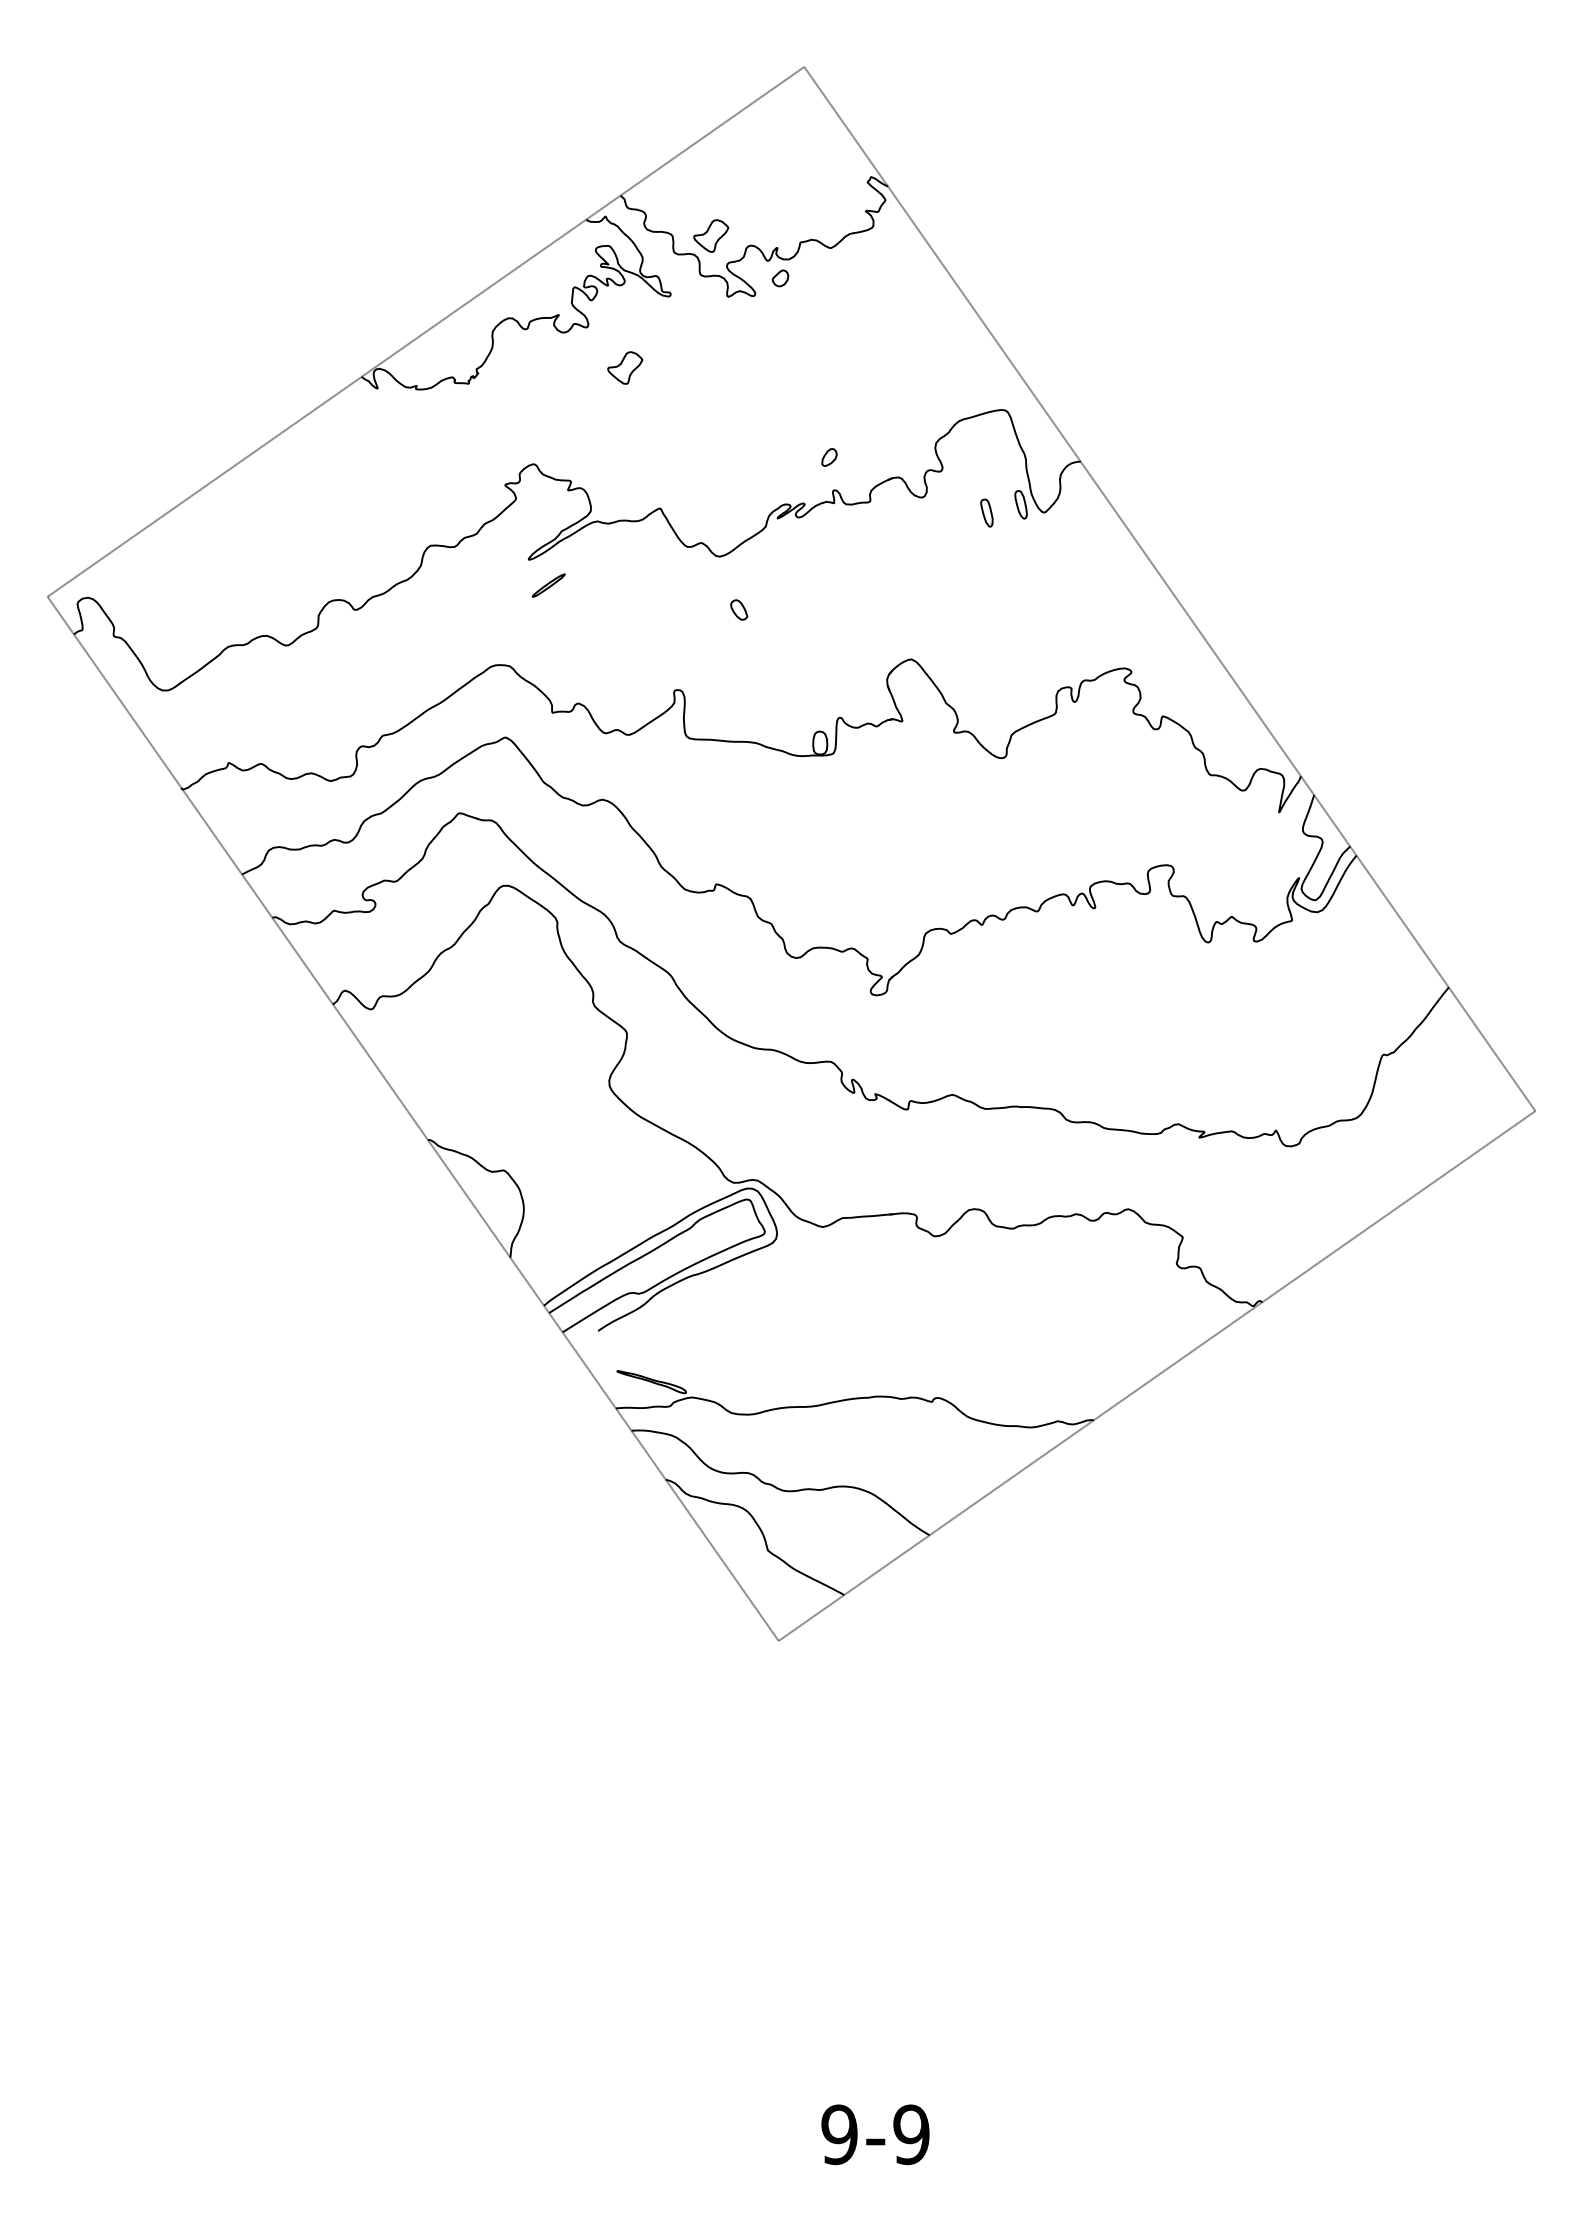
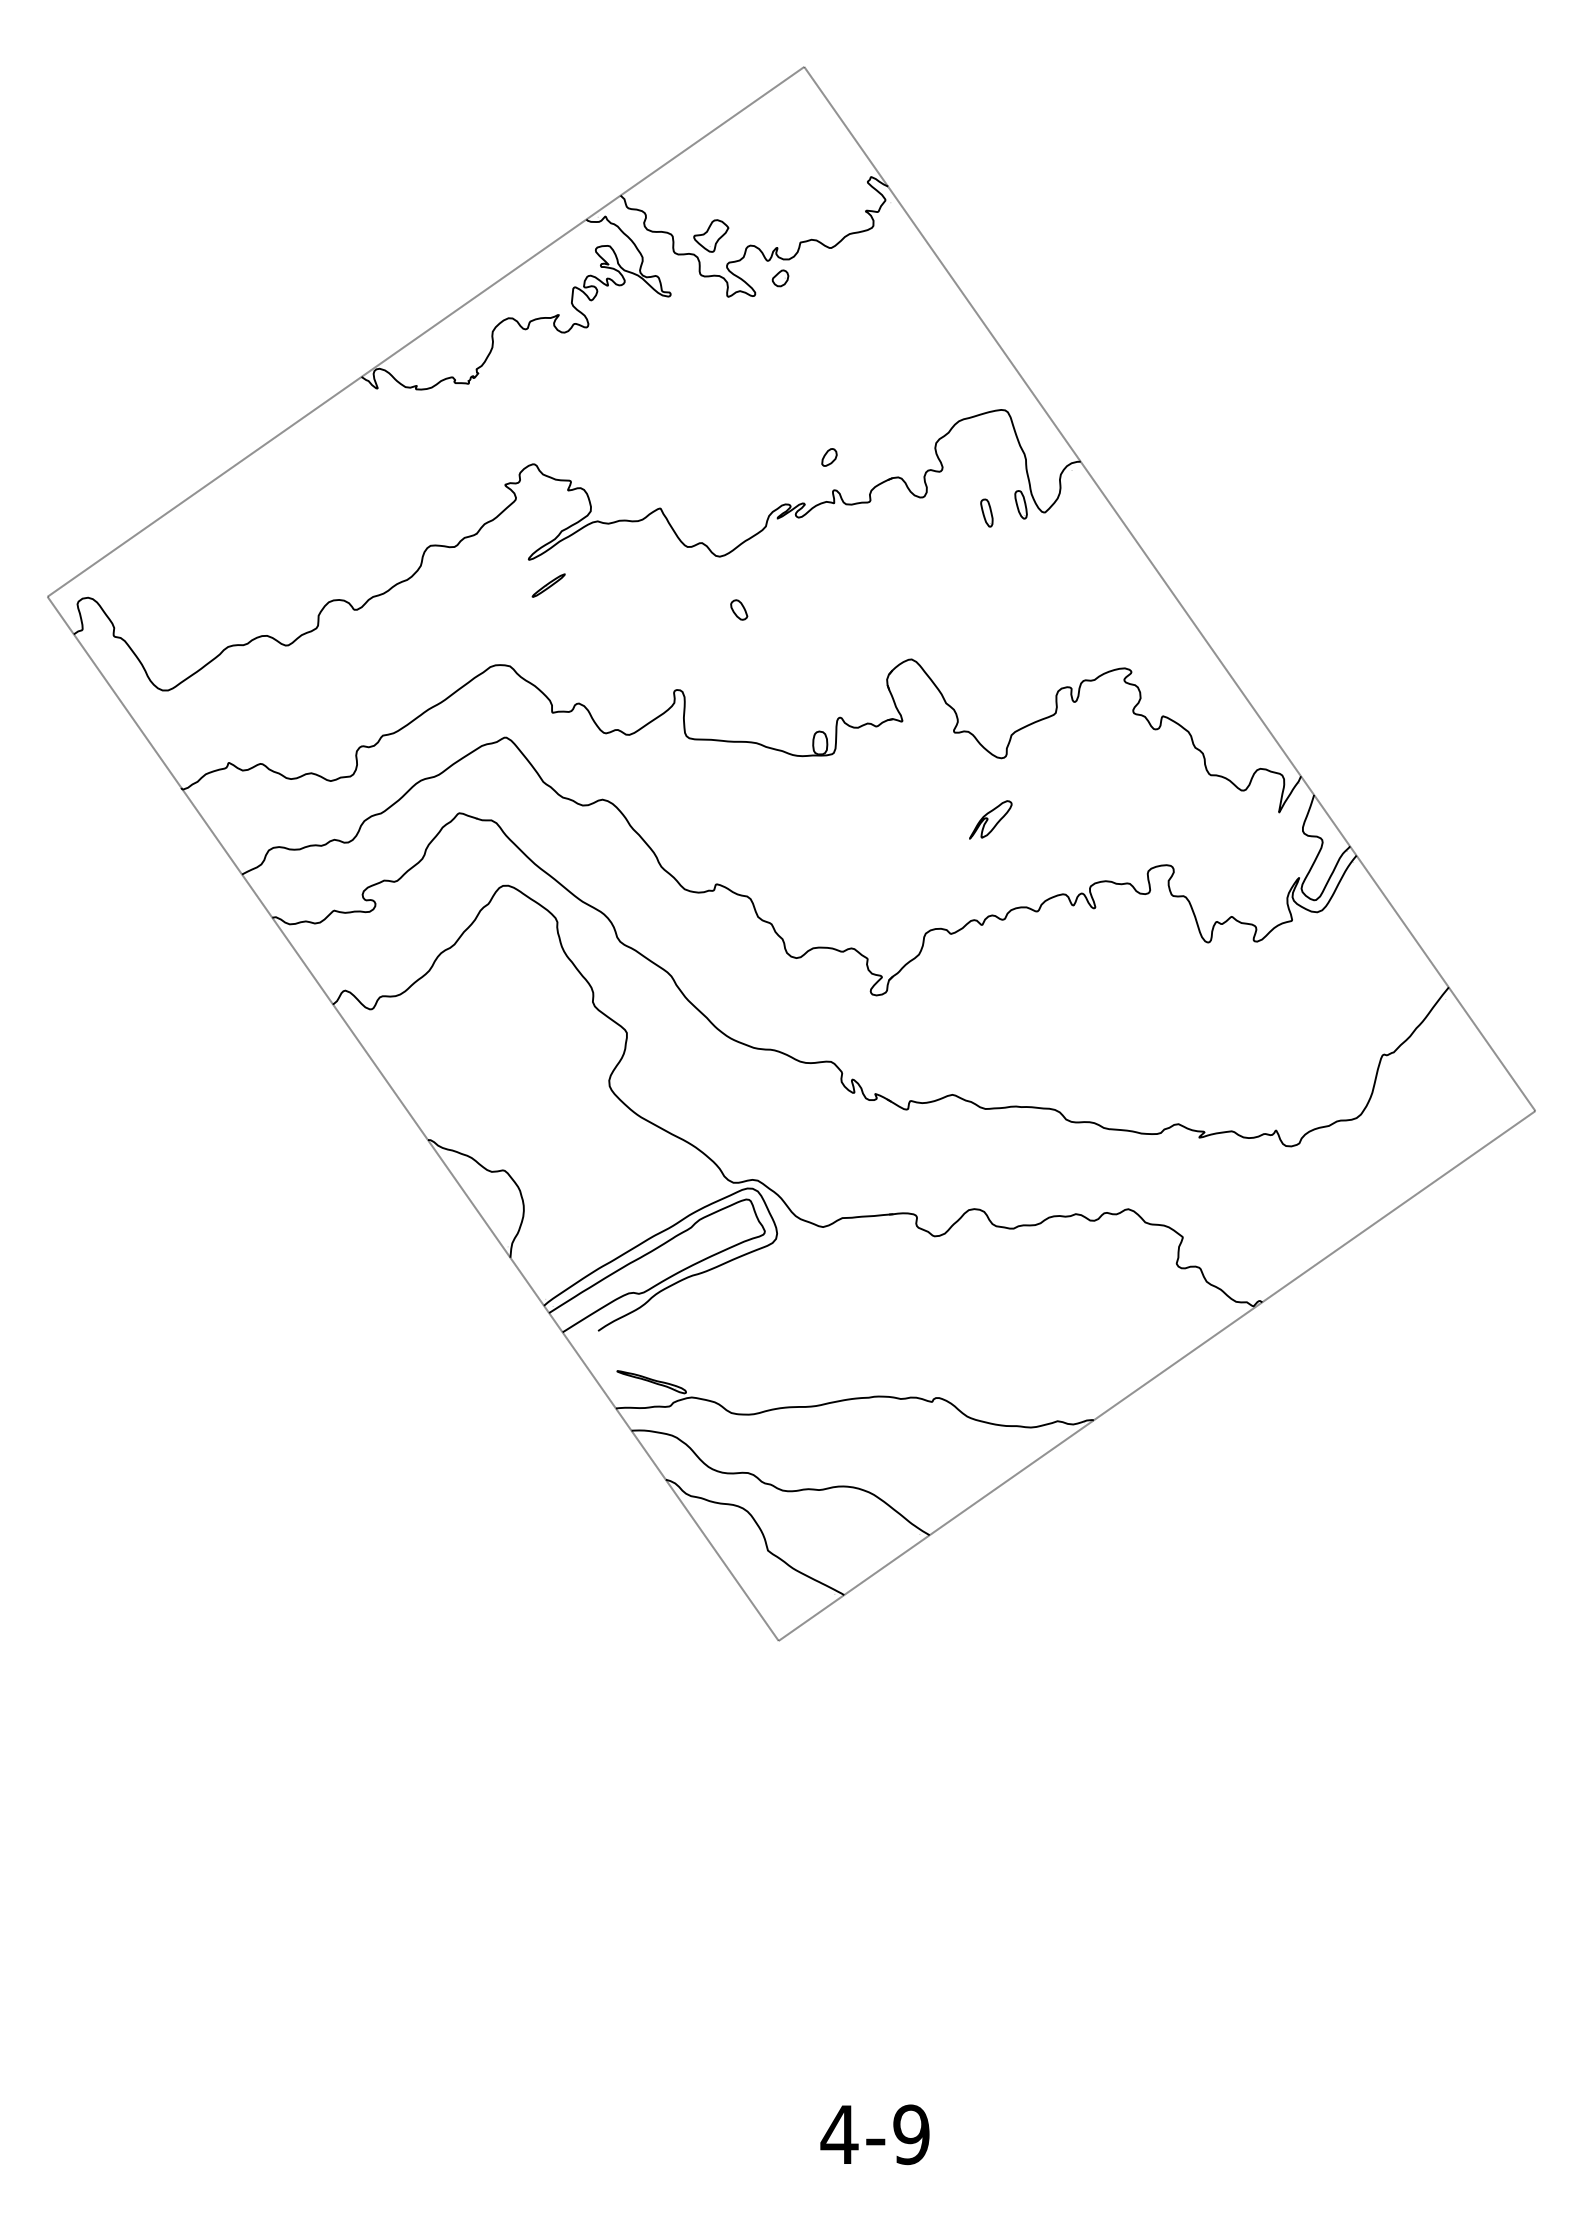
part at (625, 367): present -> none
part at (990, 819): none -> present
text at (839, 2134): 9-9 -> 4-9
